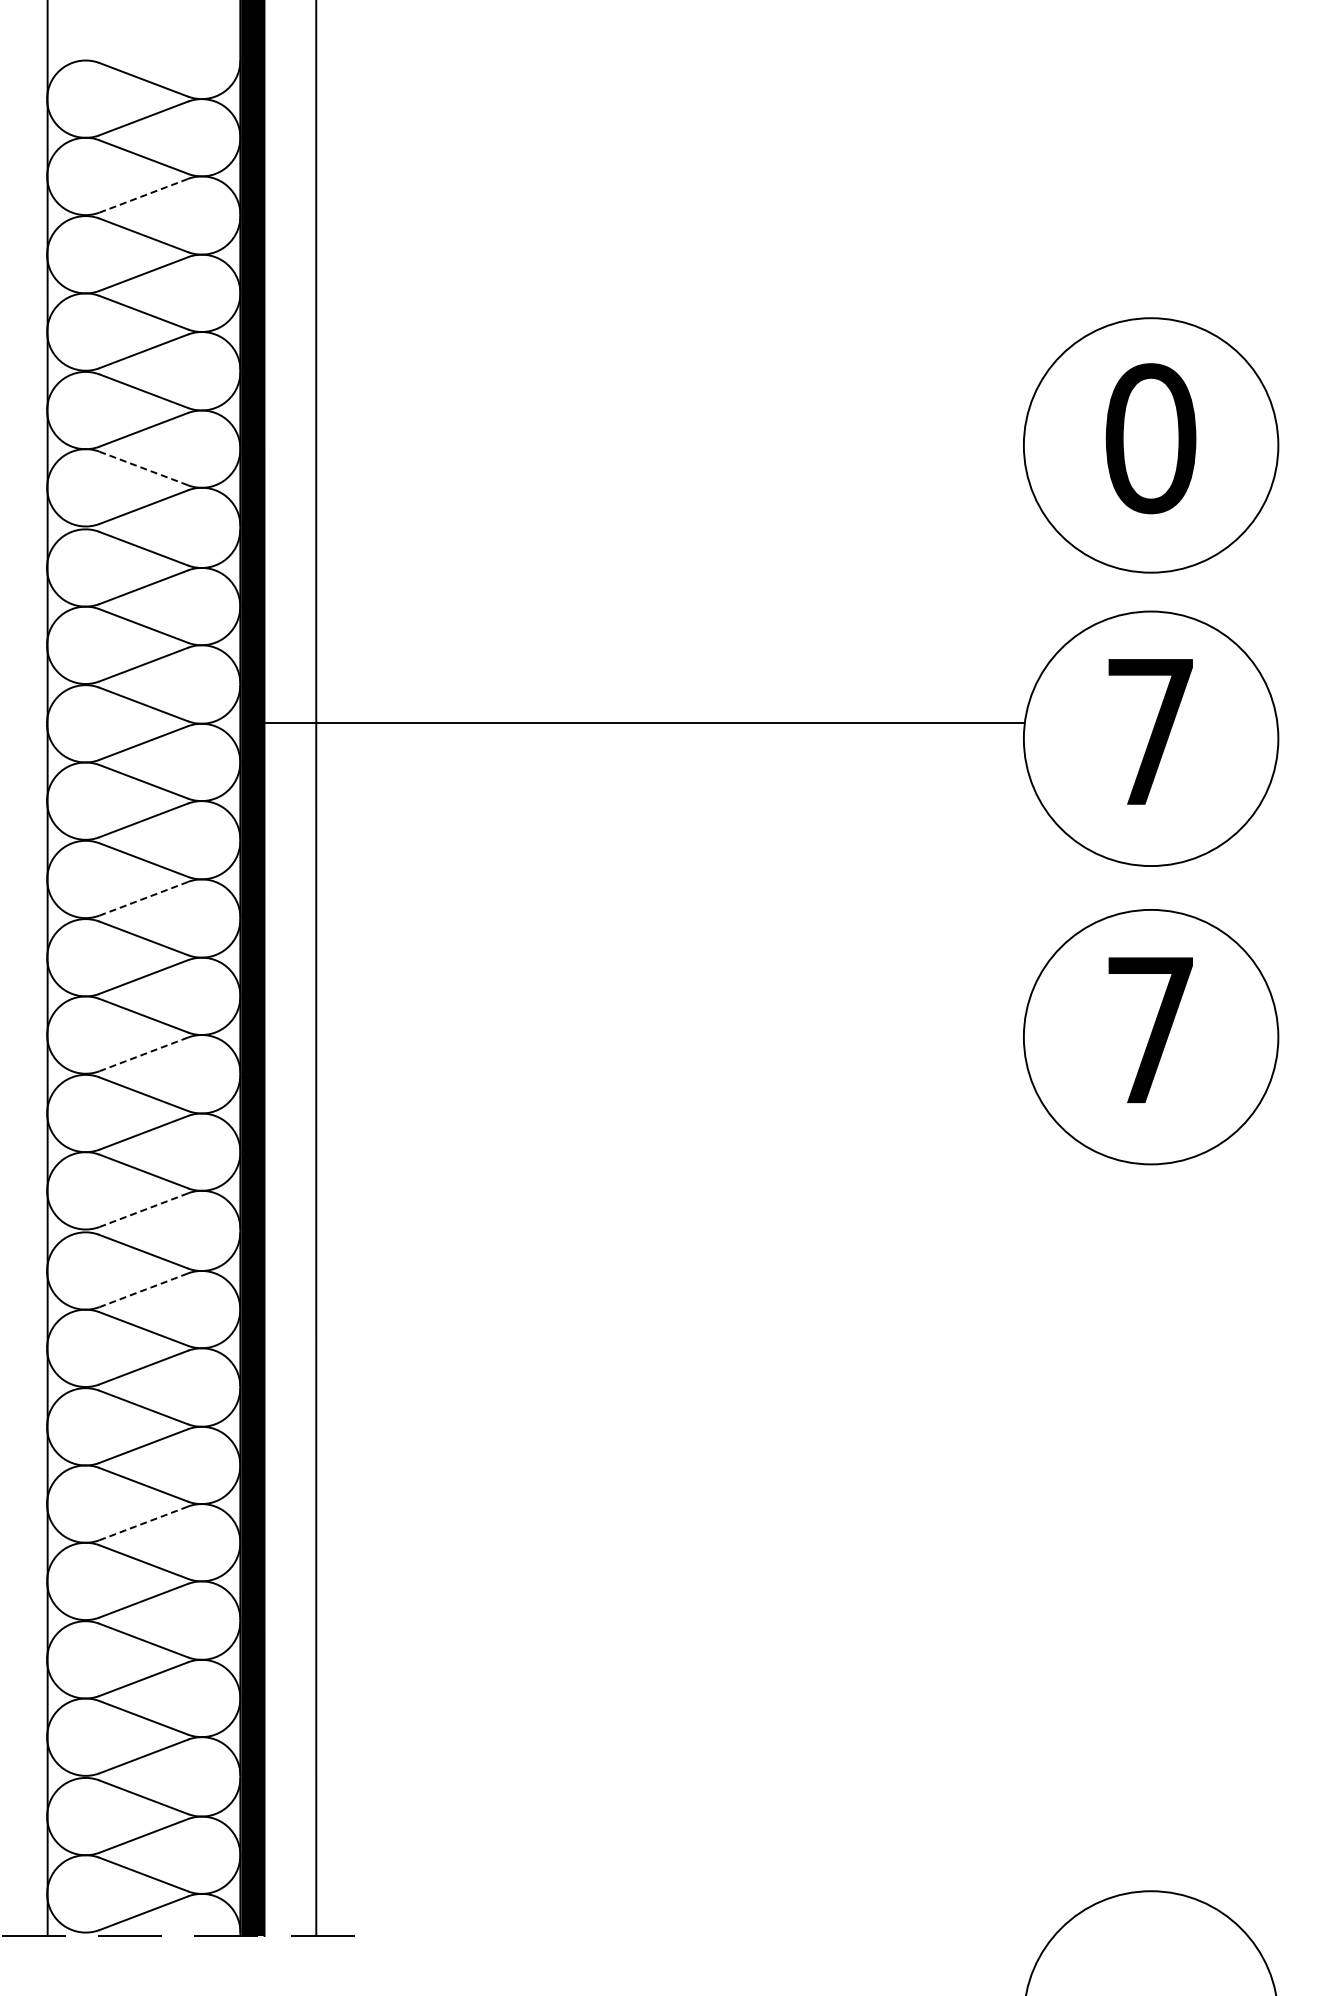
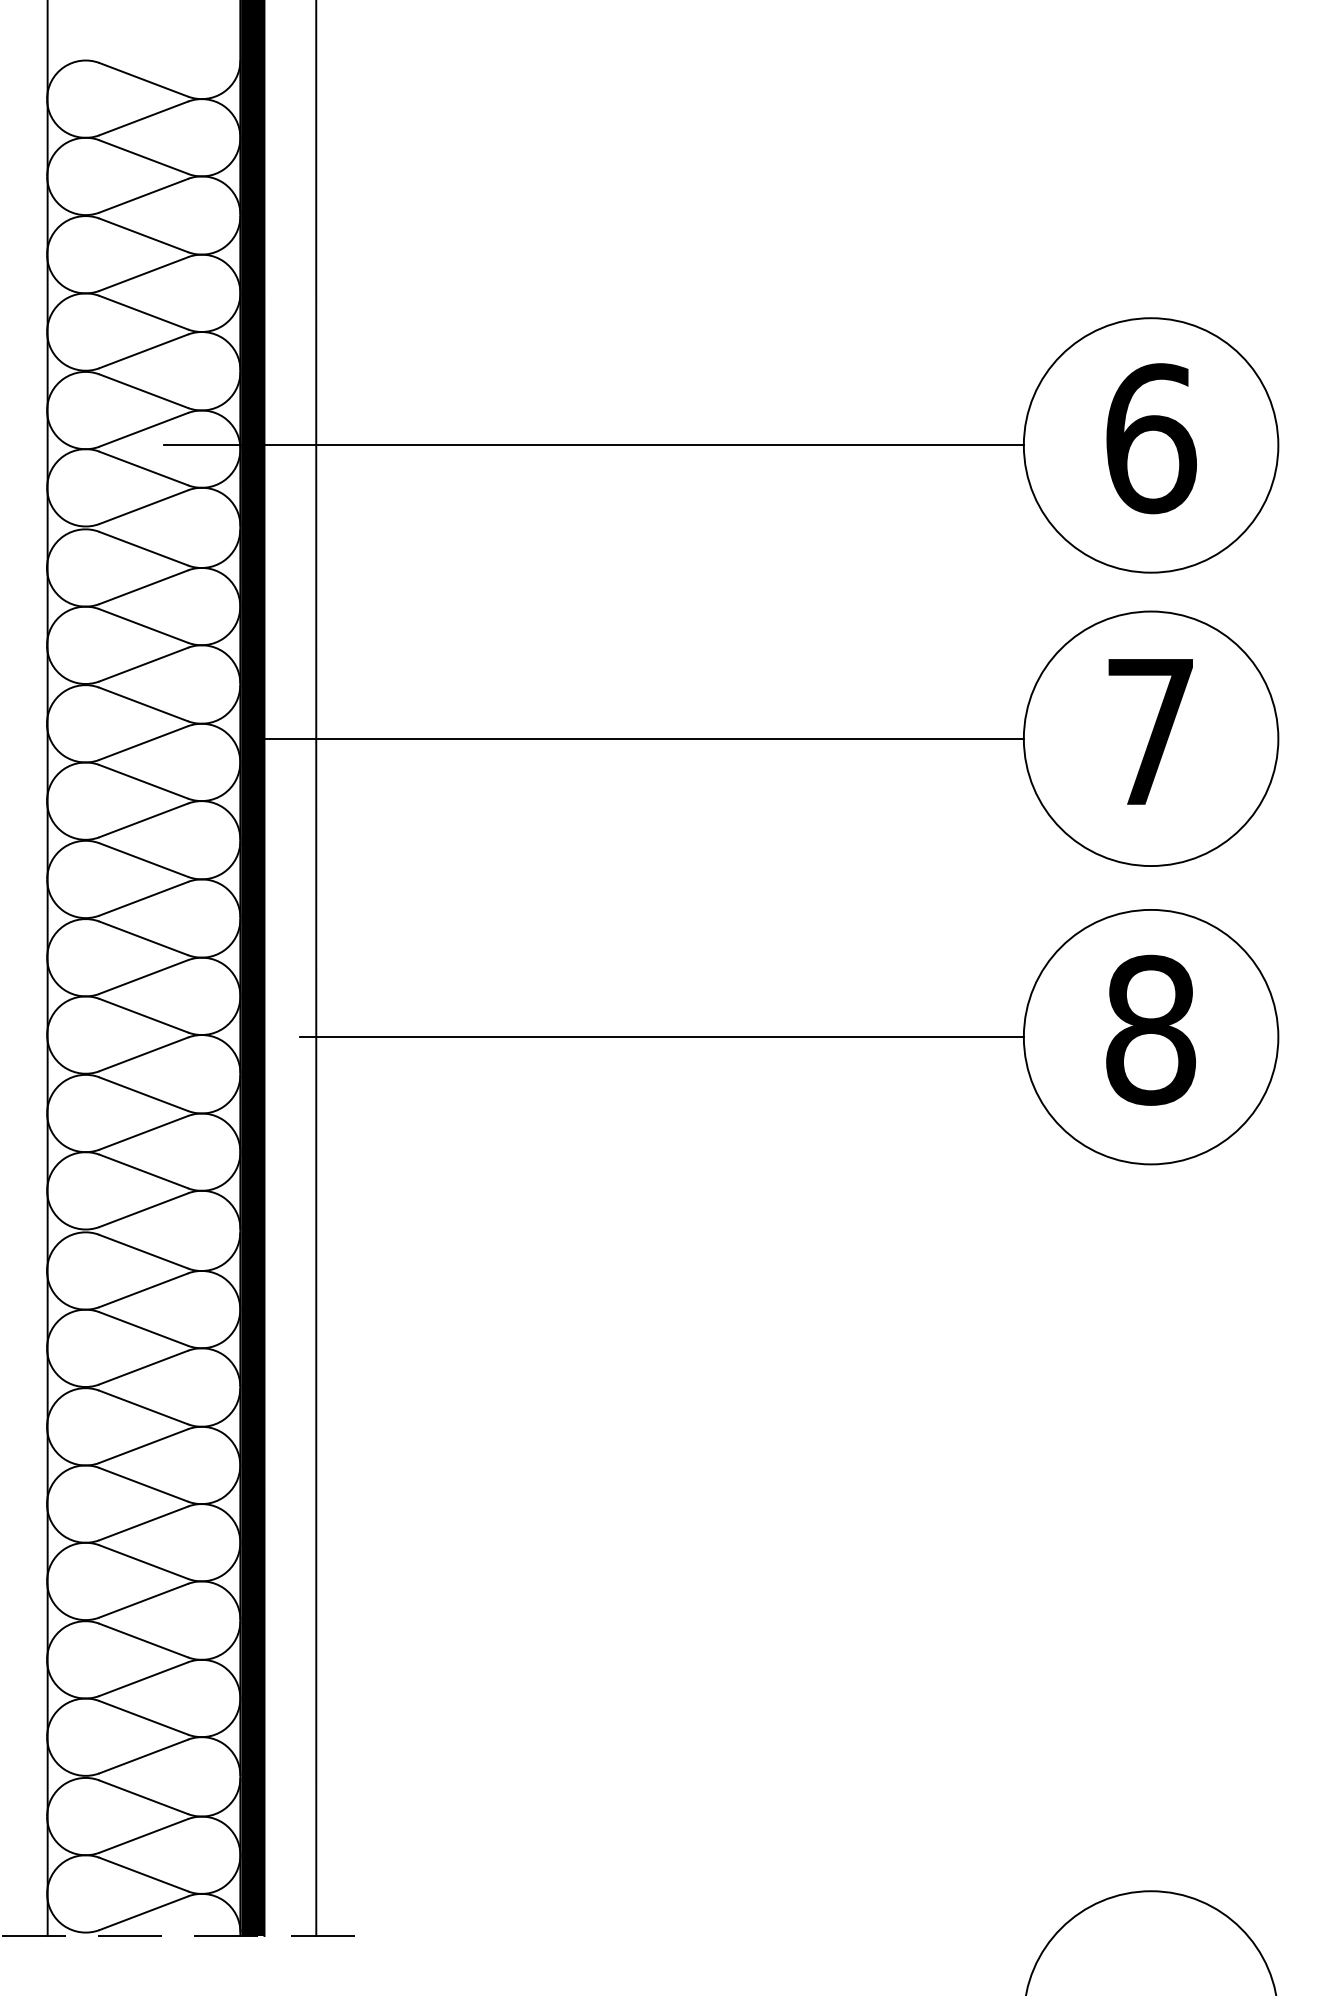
line at (143, 195): dashed -> solid
text at (1150, 438): 0 -> 6
line at (593, 445): none -> present
line at (143, 468): dashed -> solid
line at (643, 722) position: (643, 722) -> (643, 738)
line at (143, 898): dashed -> solid
text at (1150, 1029): 7 -> 8
line at (661, 1037): none -> present
line at (143, 1054): dashed -> solid
line at (143, 1210): dashed -> solid
line at (143, 1290): dashed -> solid
line at (143, 1523): dashed -> solid
